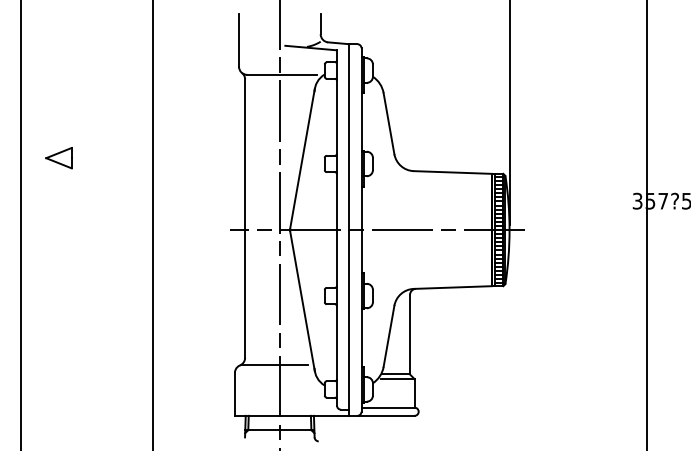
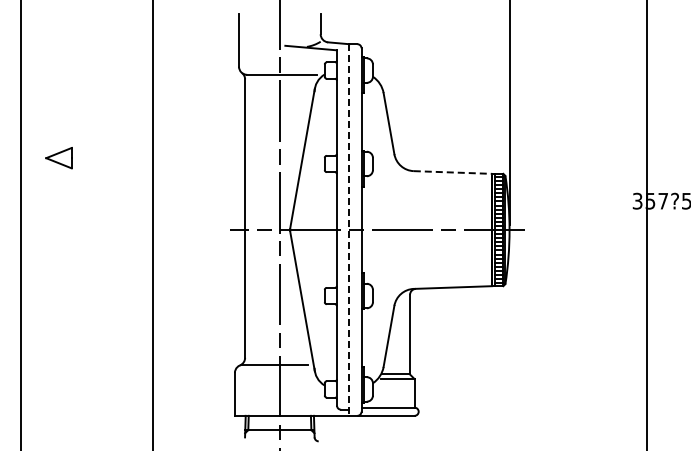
line at (453, 172): solid -> dashed
line at (349, 230): solid -> dashed
